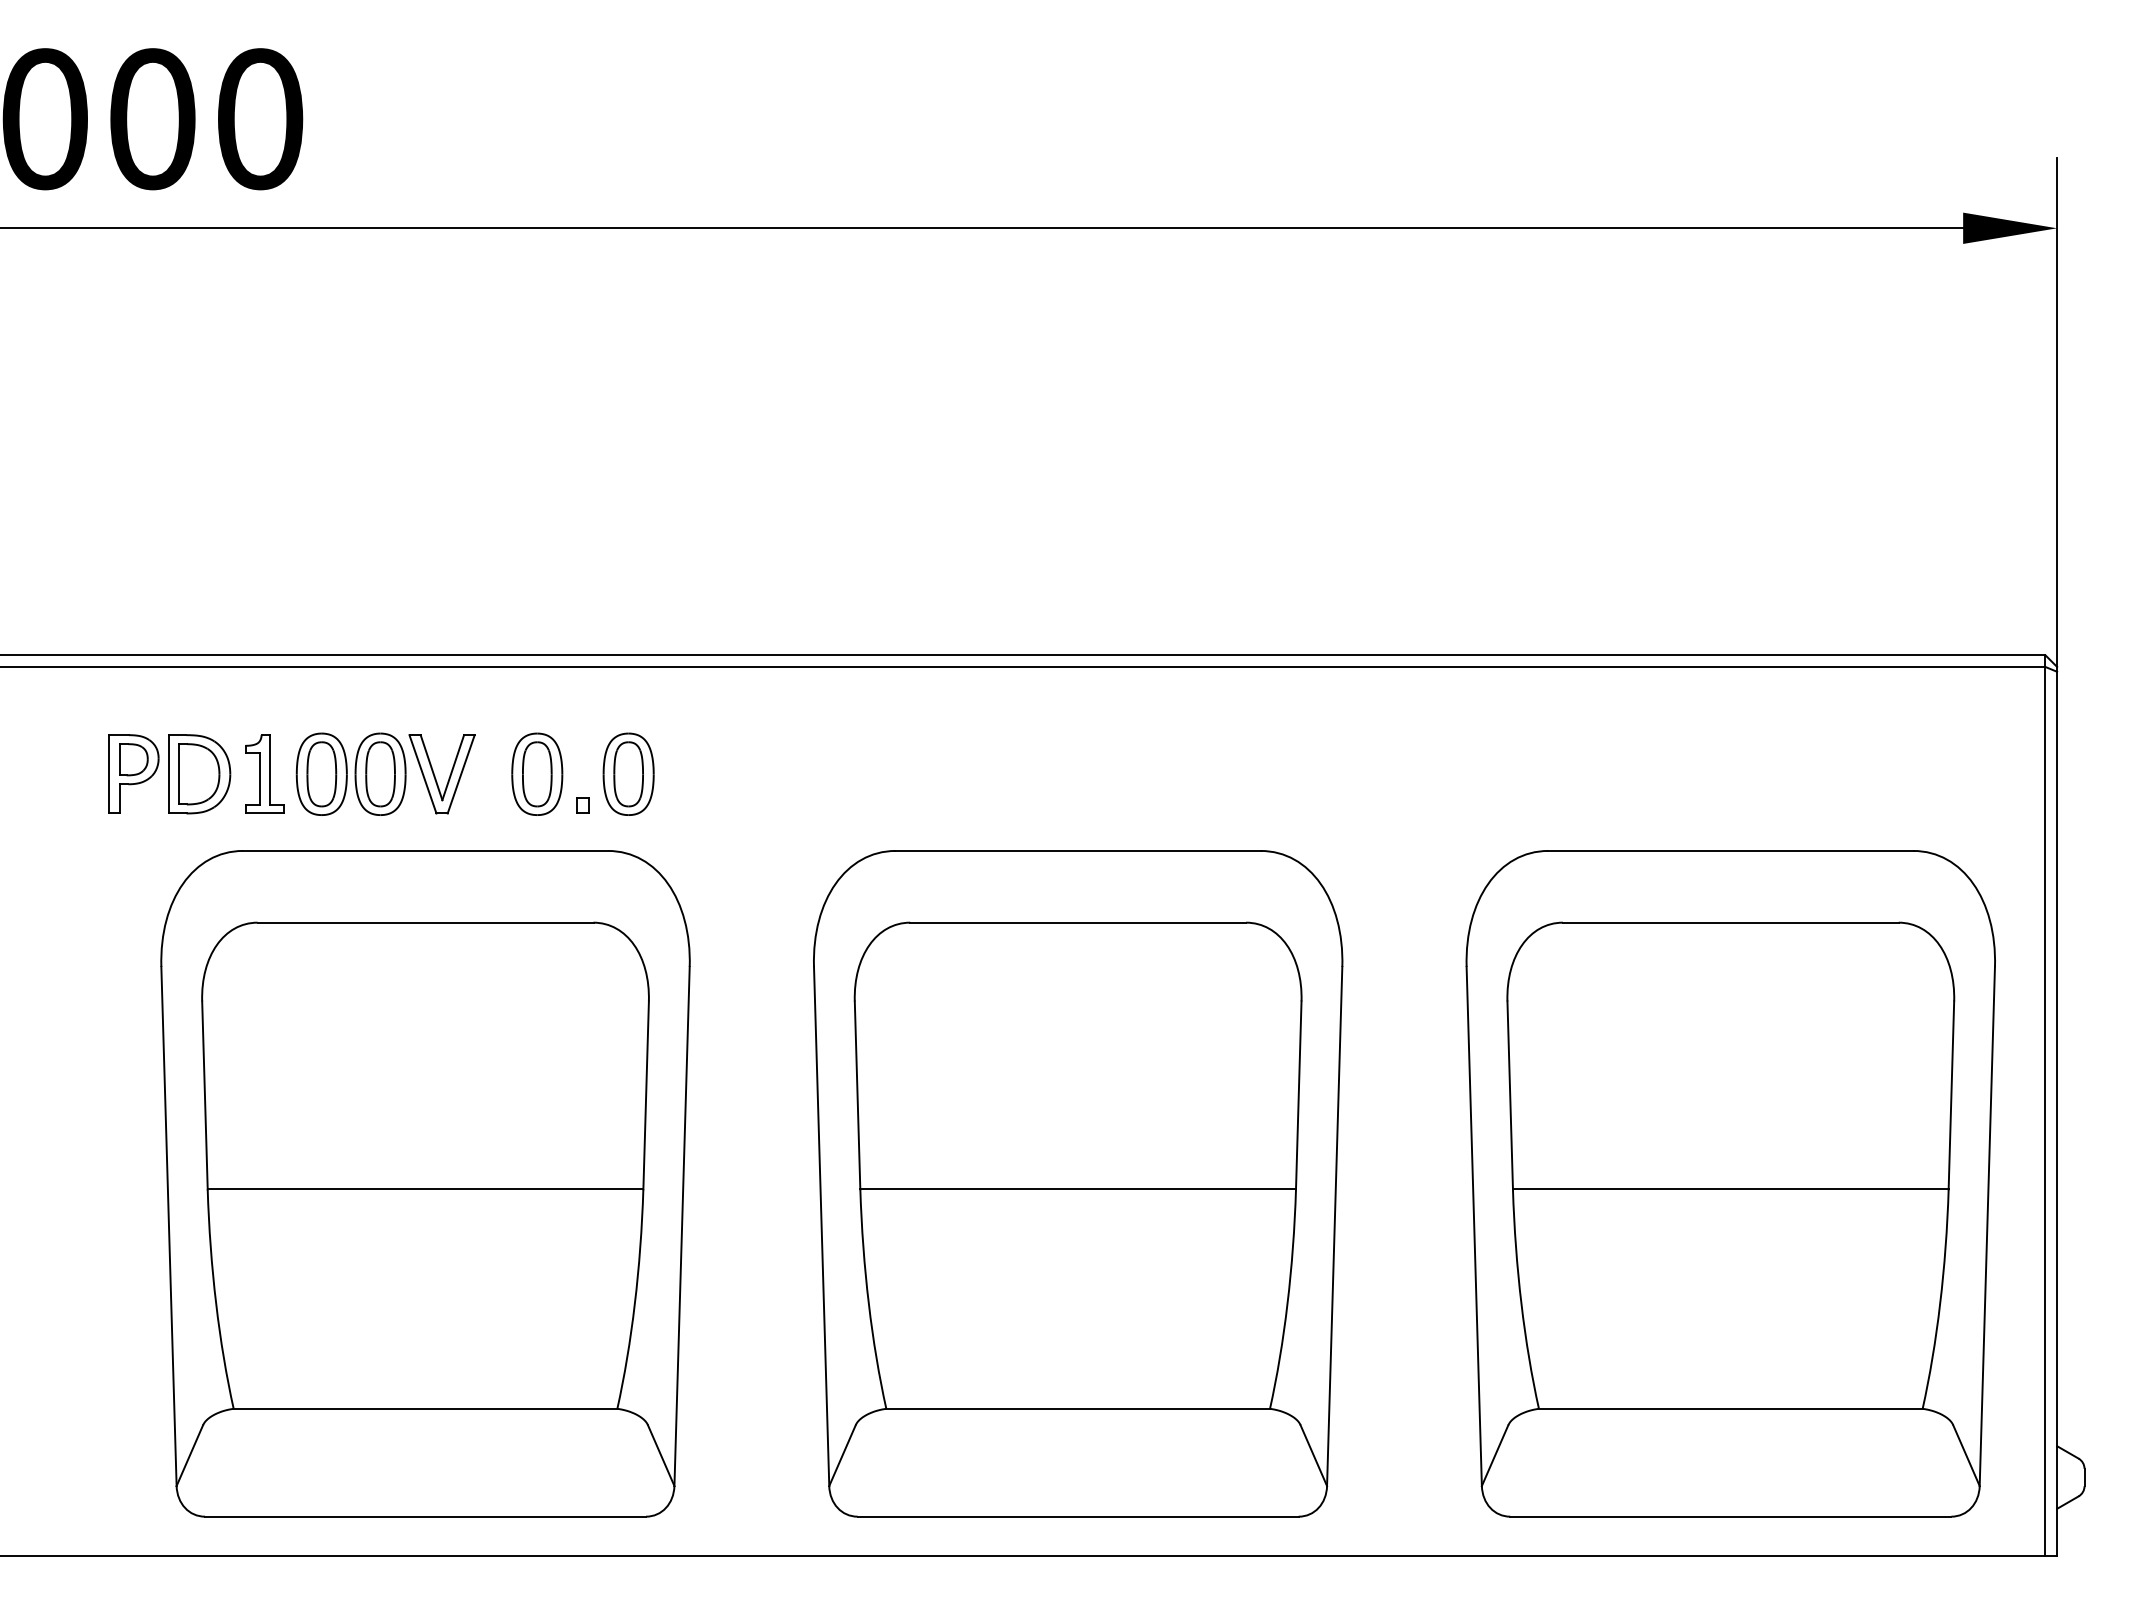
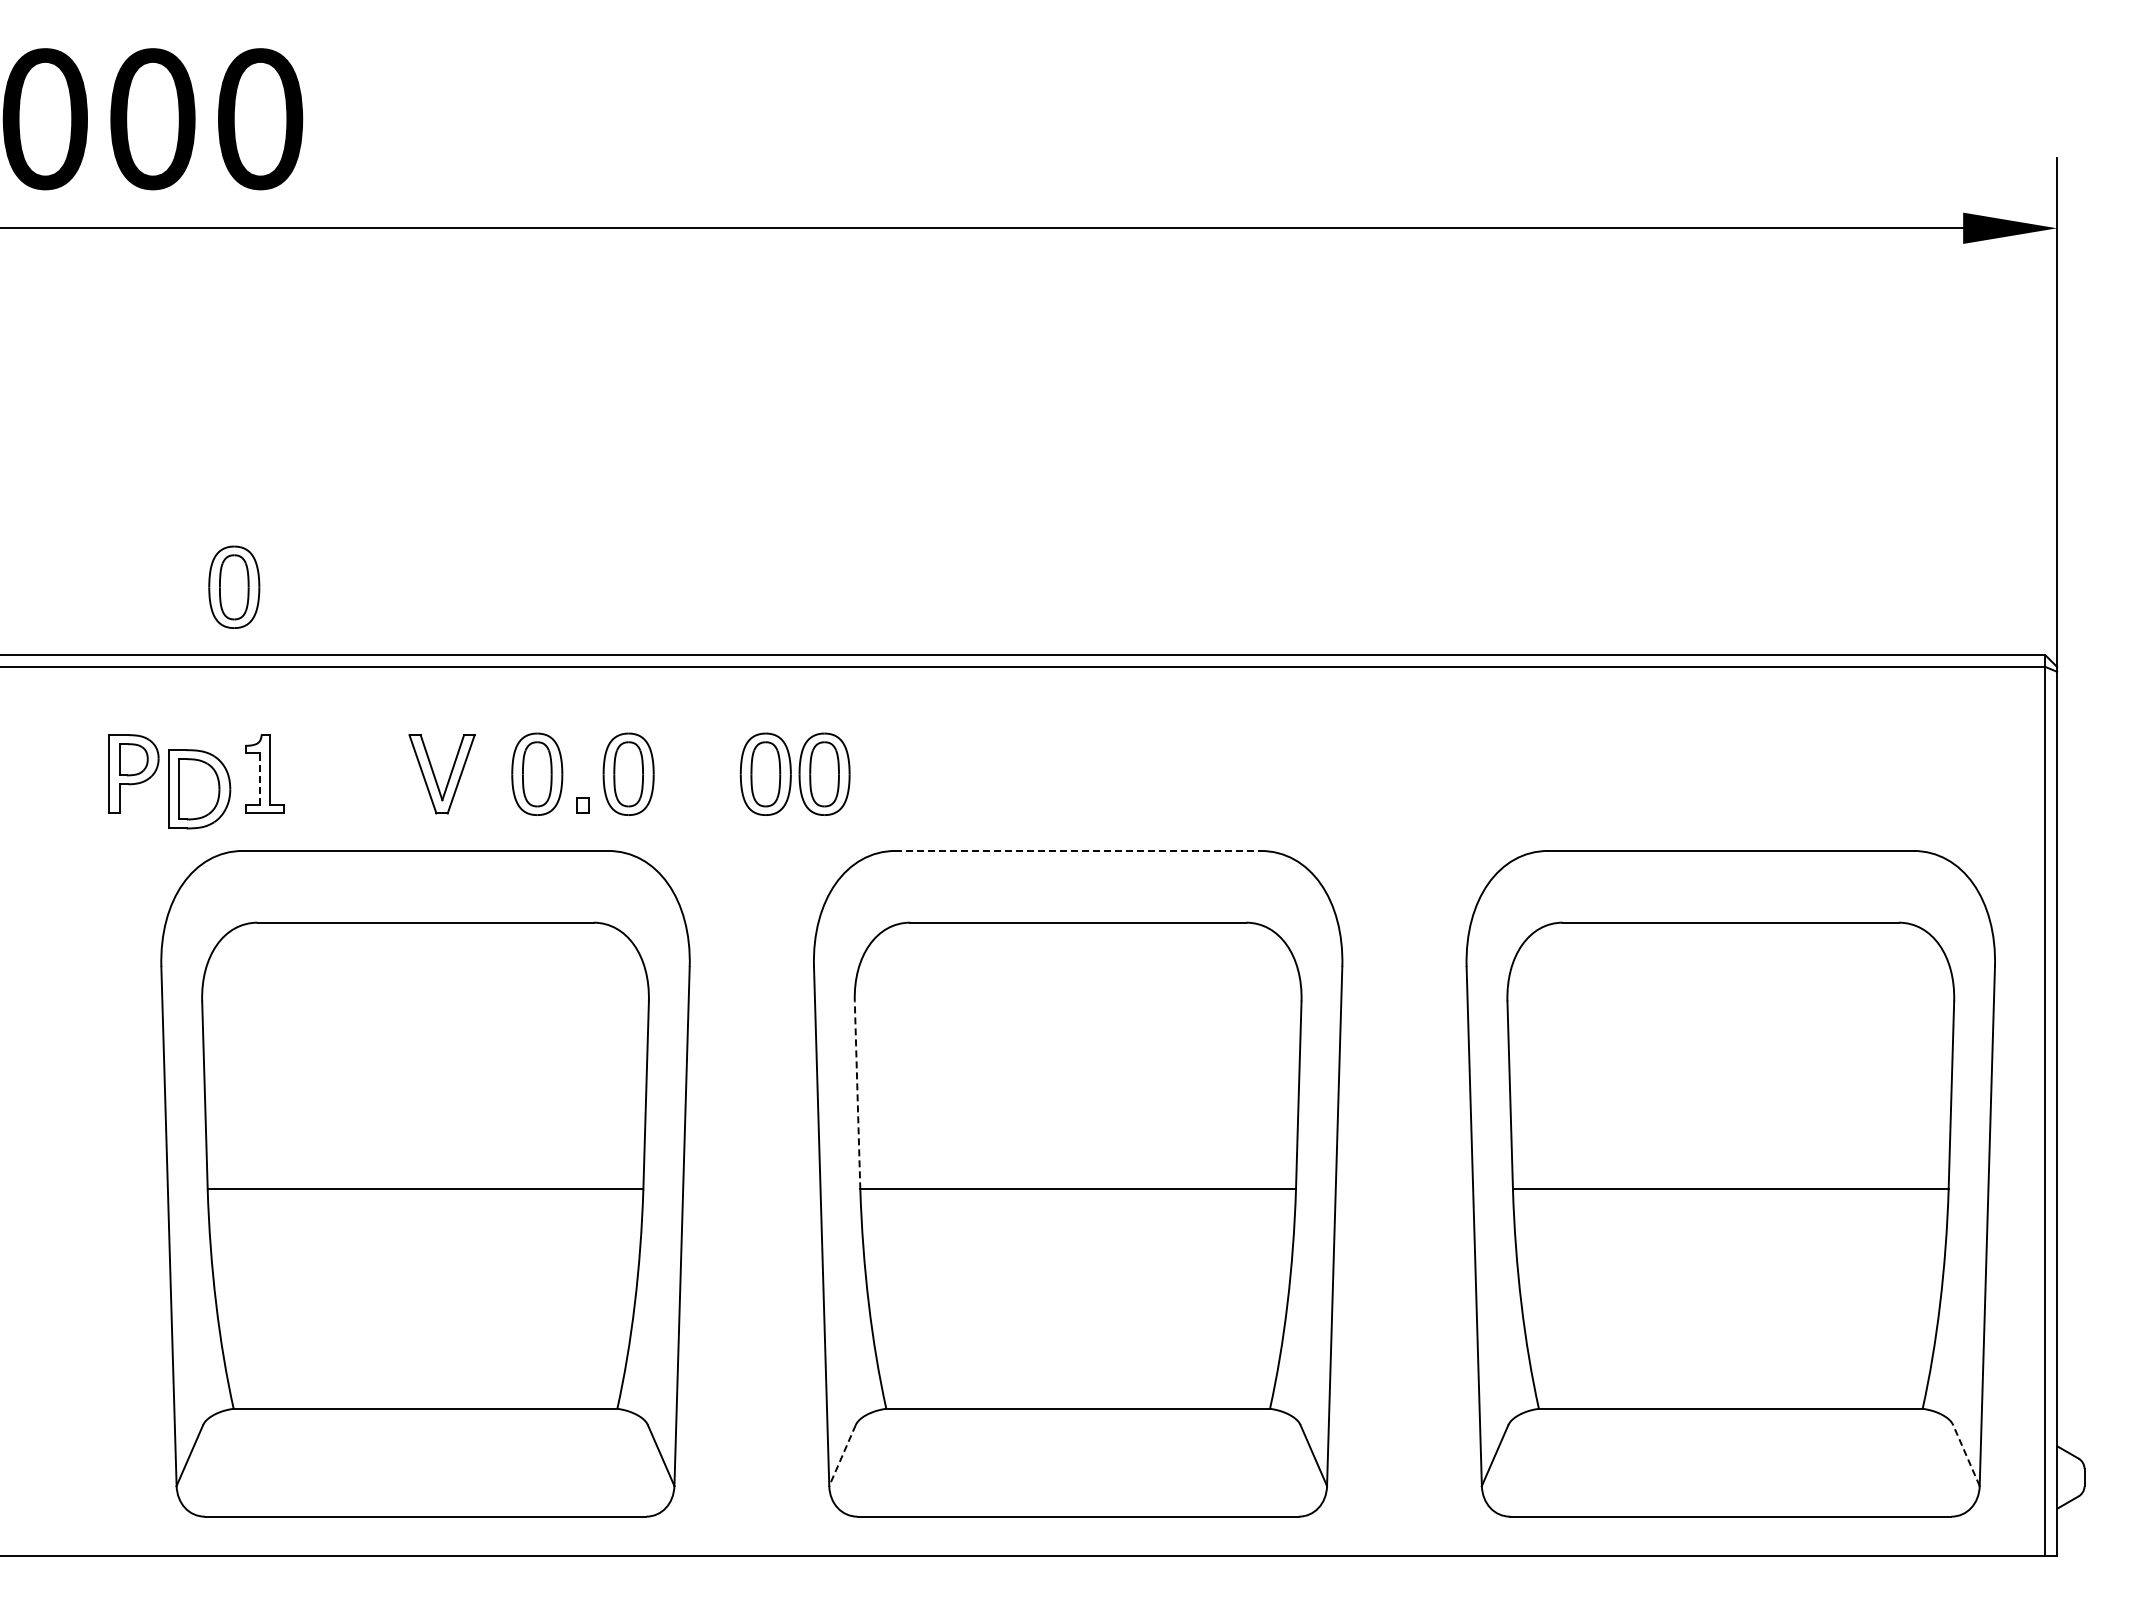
part at (234, 586): none -> present
part at (350, 773) position: (350, 773) -> (794, 773)
part at (199, 774) position: (199, 774) -> (199, 789)
line at (259, 778): solid -> dashed
line at (1078, 850): solid -> dashed
line at (857, 1095): solid -> dashed
line at (1966, 1455): solid -> dashed
line at (842, 1456): solid -> dashed
